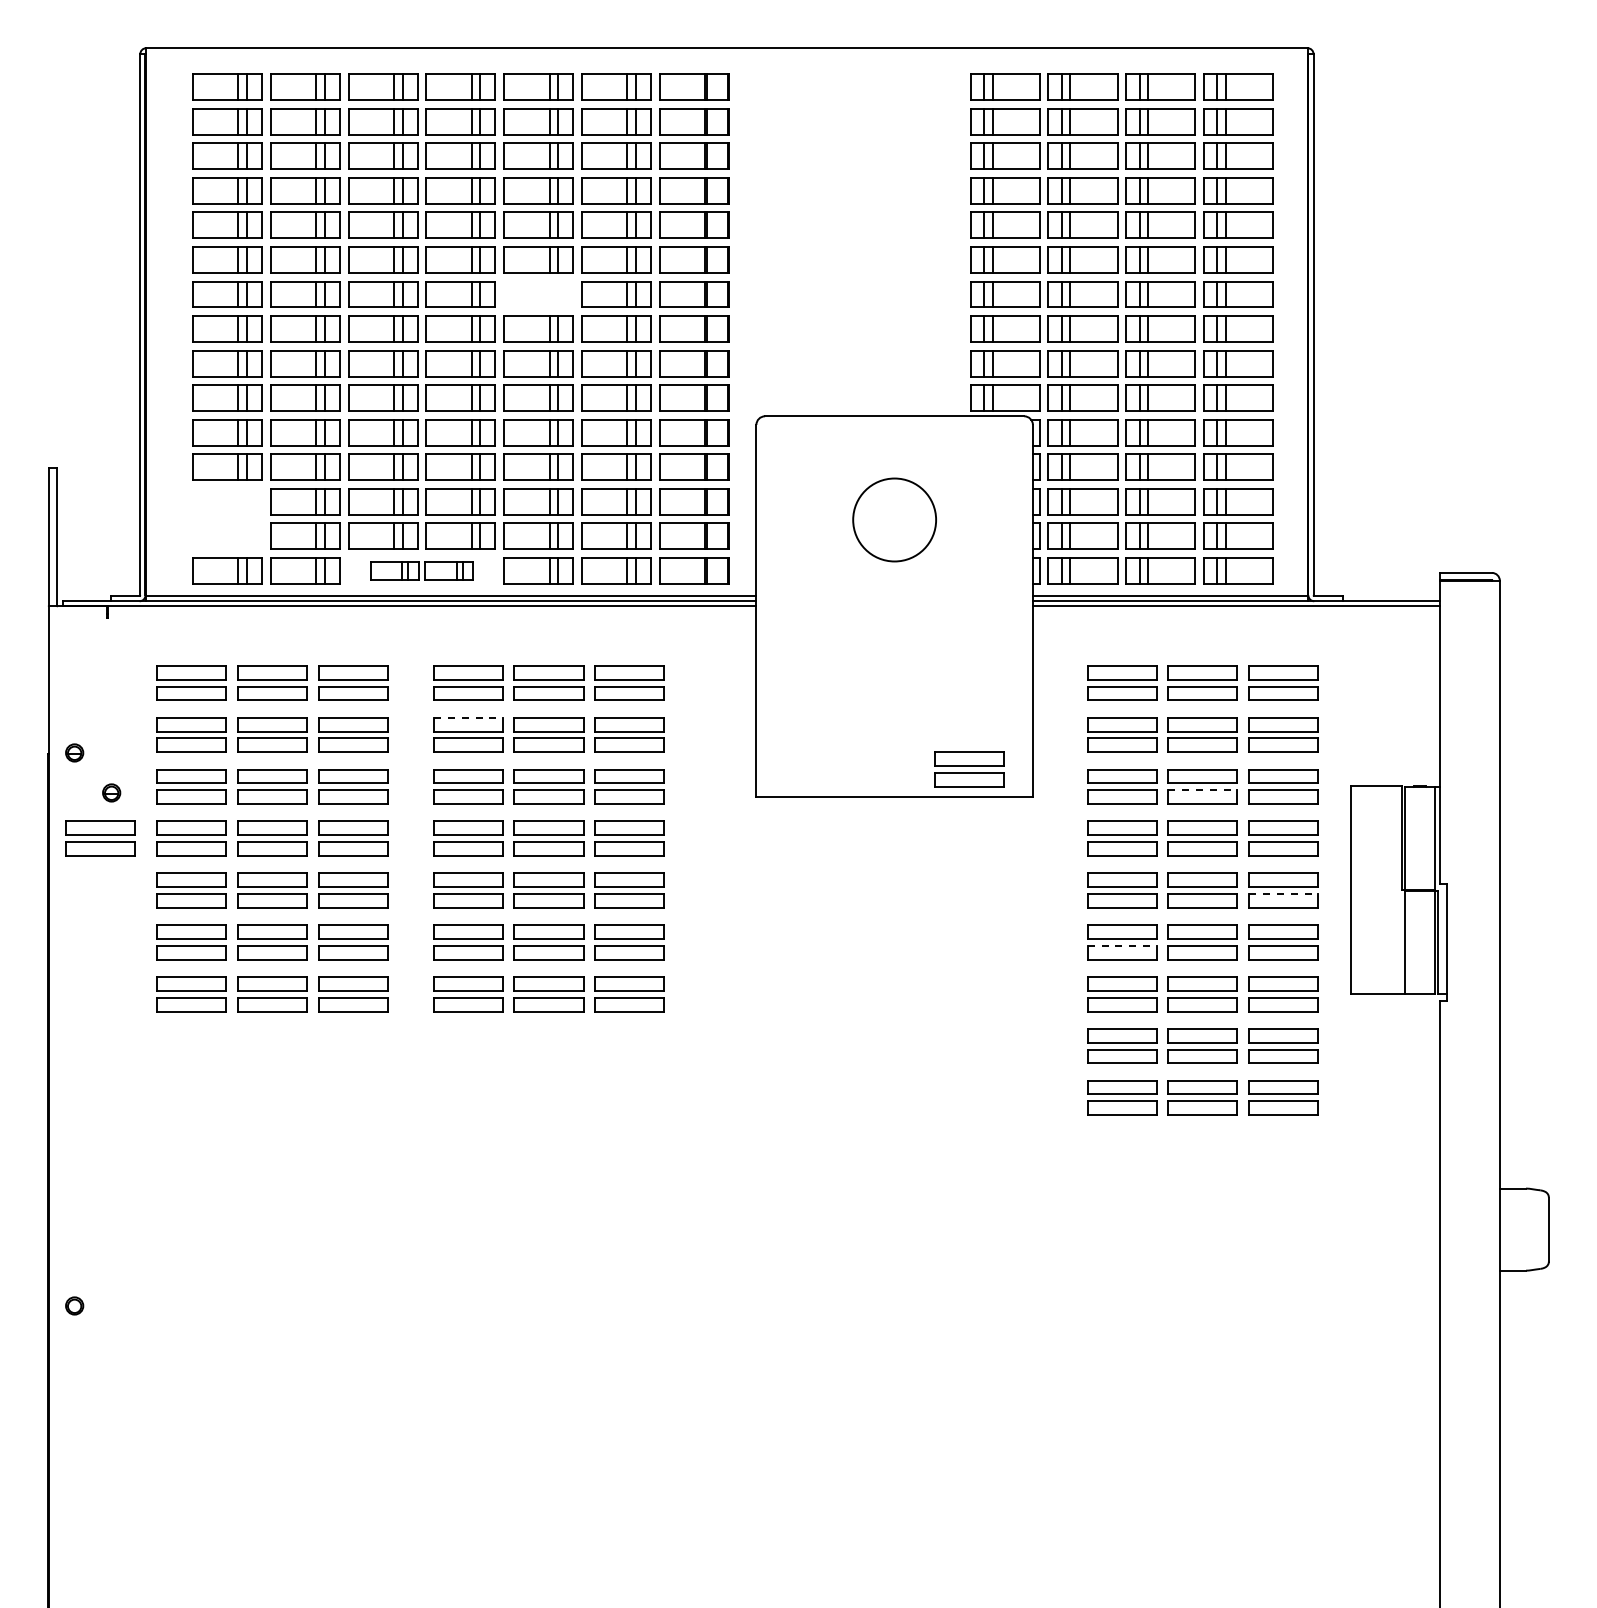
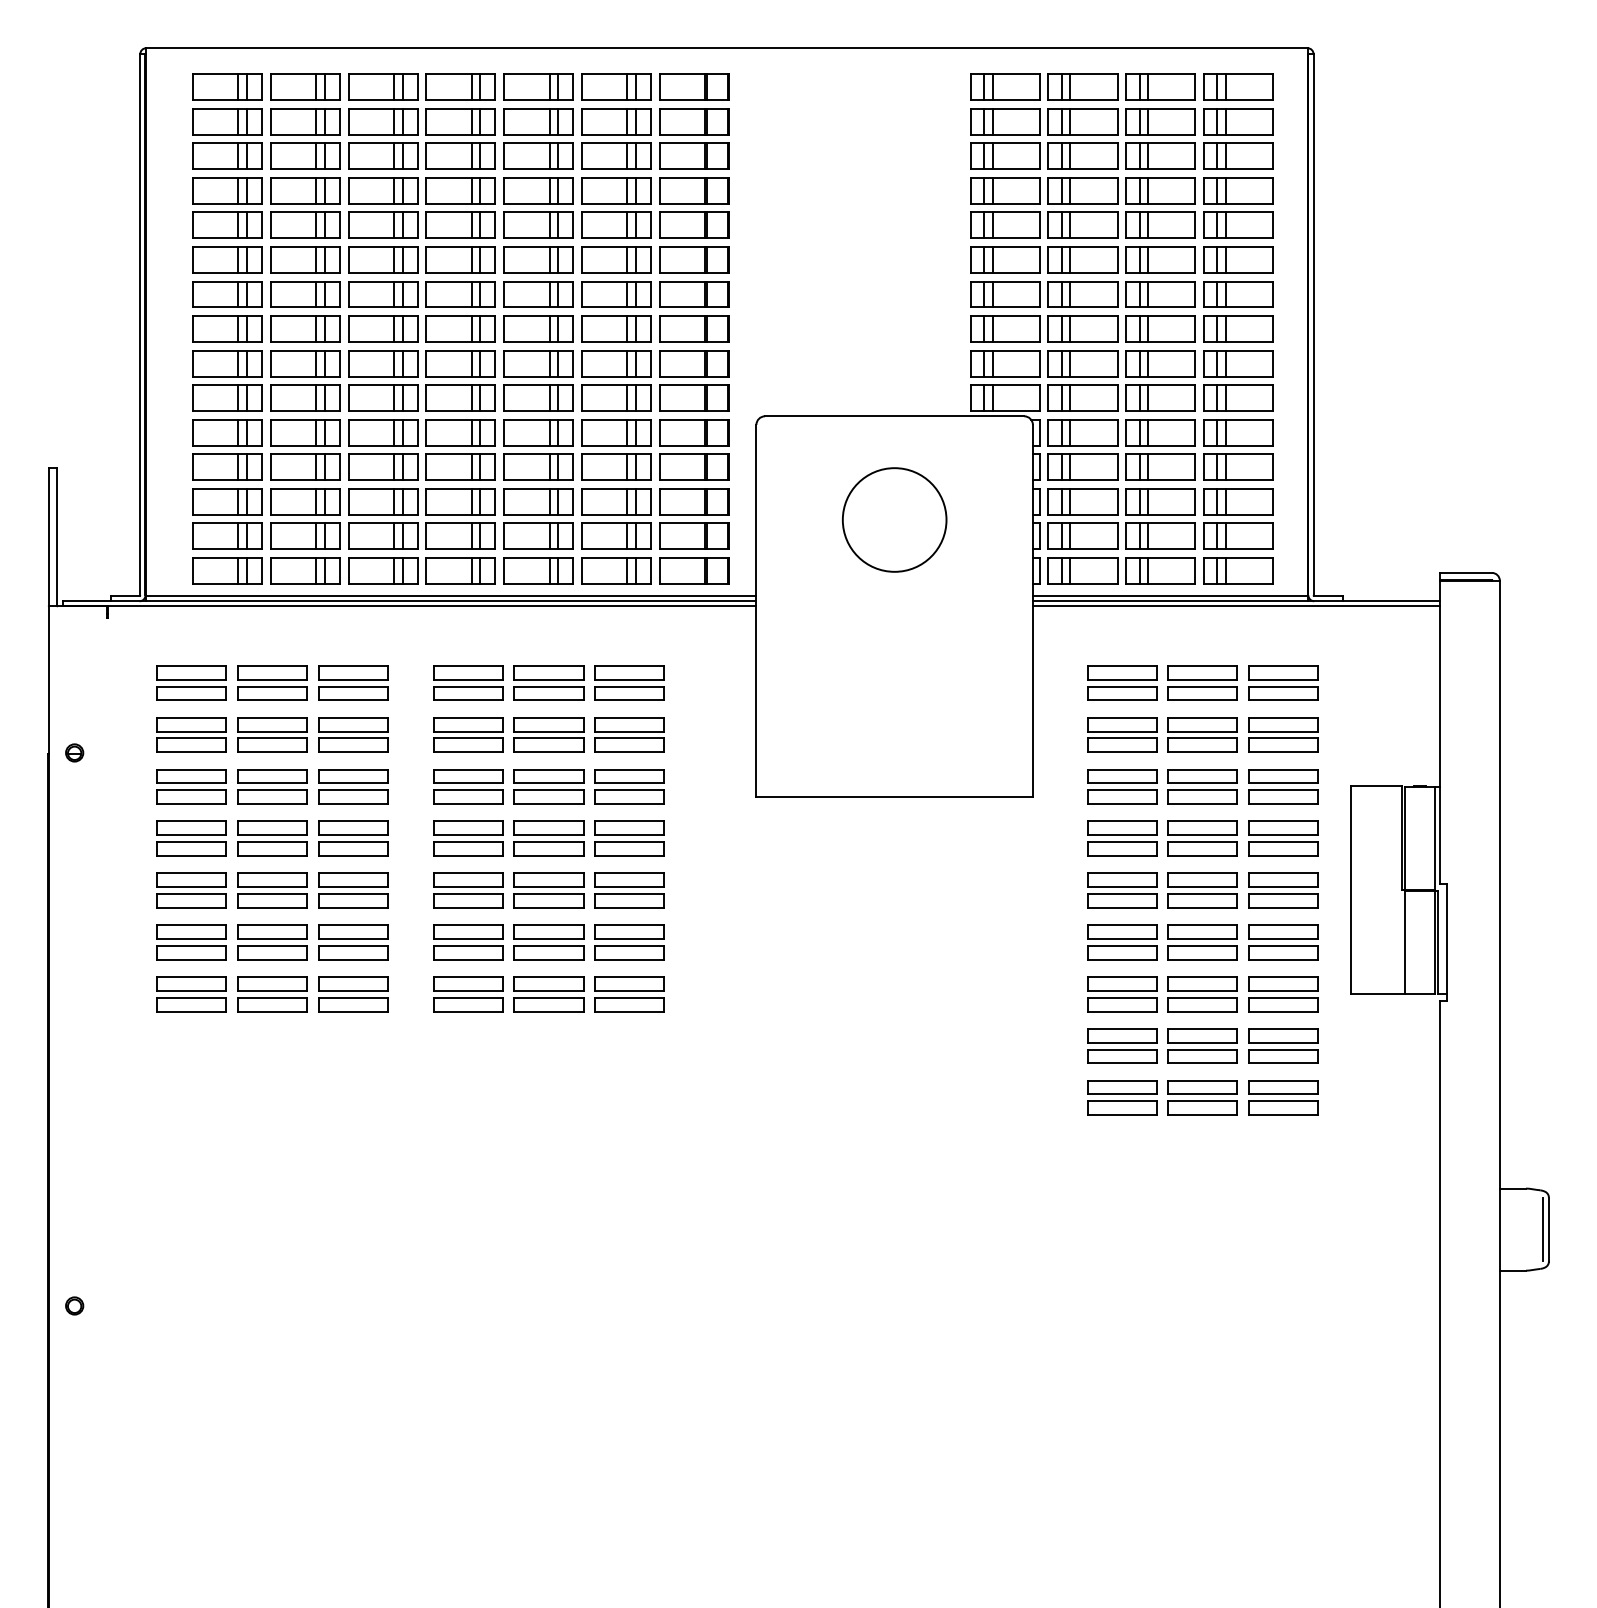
part at (538, 294): none -> present
part at (227, 518): none -> present
circle at (894, 519) diameter: 83 px -> 104 px
part at (421, 570) size: 104x20 px -> 148x28 px
line at (468, 717): dashed -> solid
part at (969, 769): present -> none
line at (1202, 790): dashed -> solid
part at (111, 792): present -> none
part at (100, 838): present -> none
line at (1283, 893): dashed -> solid
line at (1122, 945): dashed -> solid
line at (1543, 1229): none -> present
